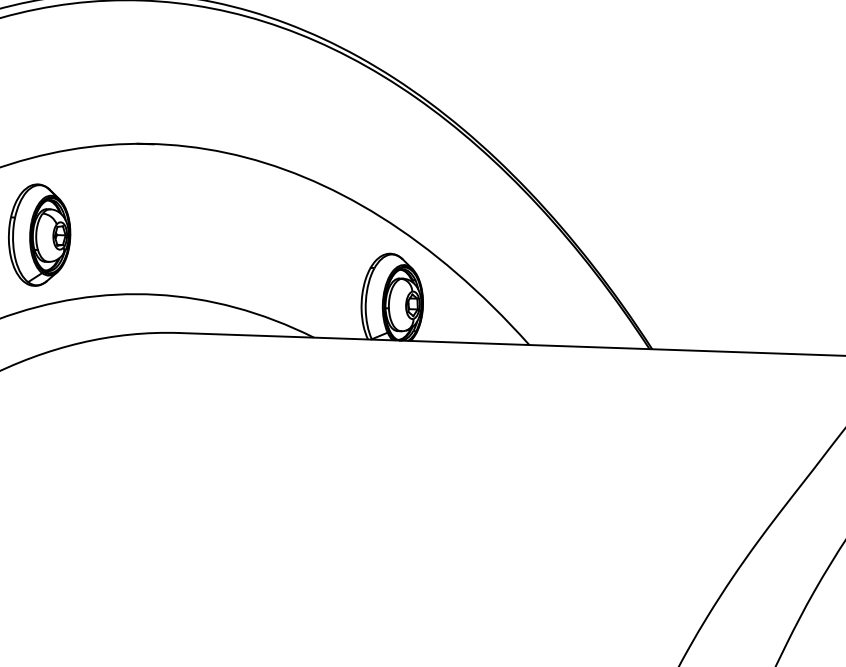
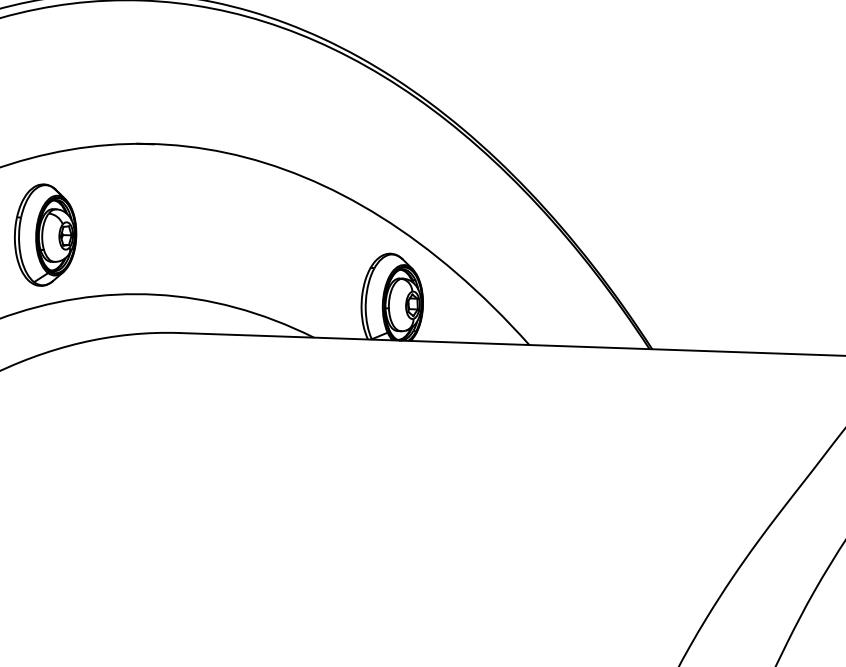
part at (39, 234) position: (39, 234) -> (45, 234)
